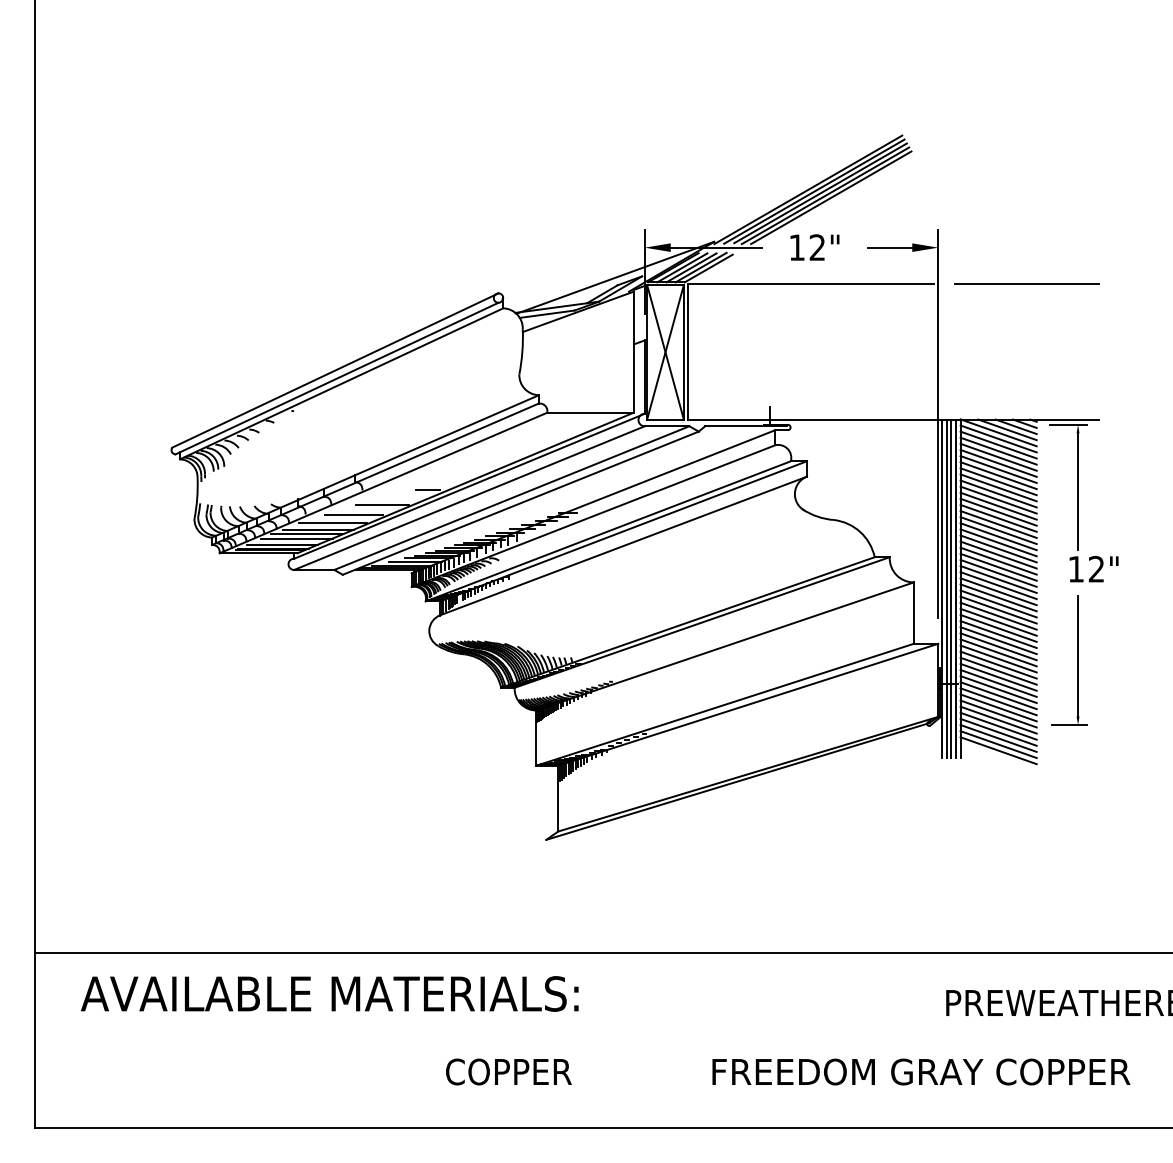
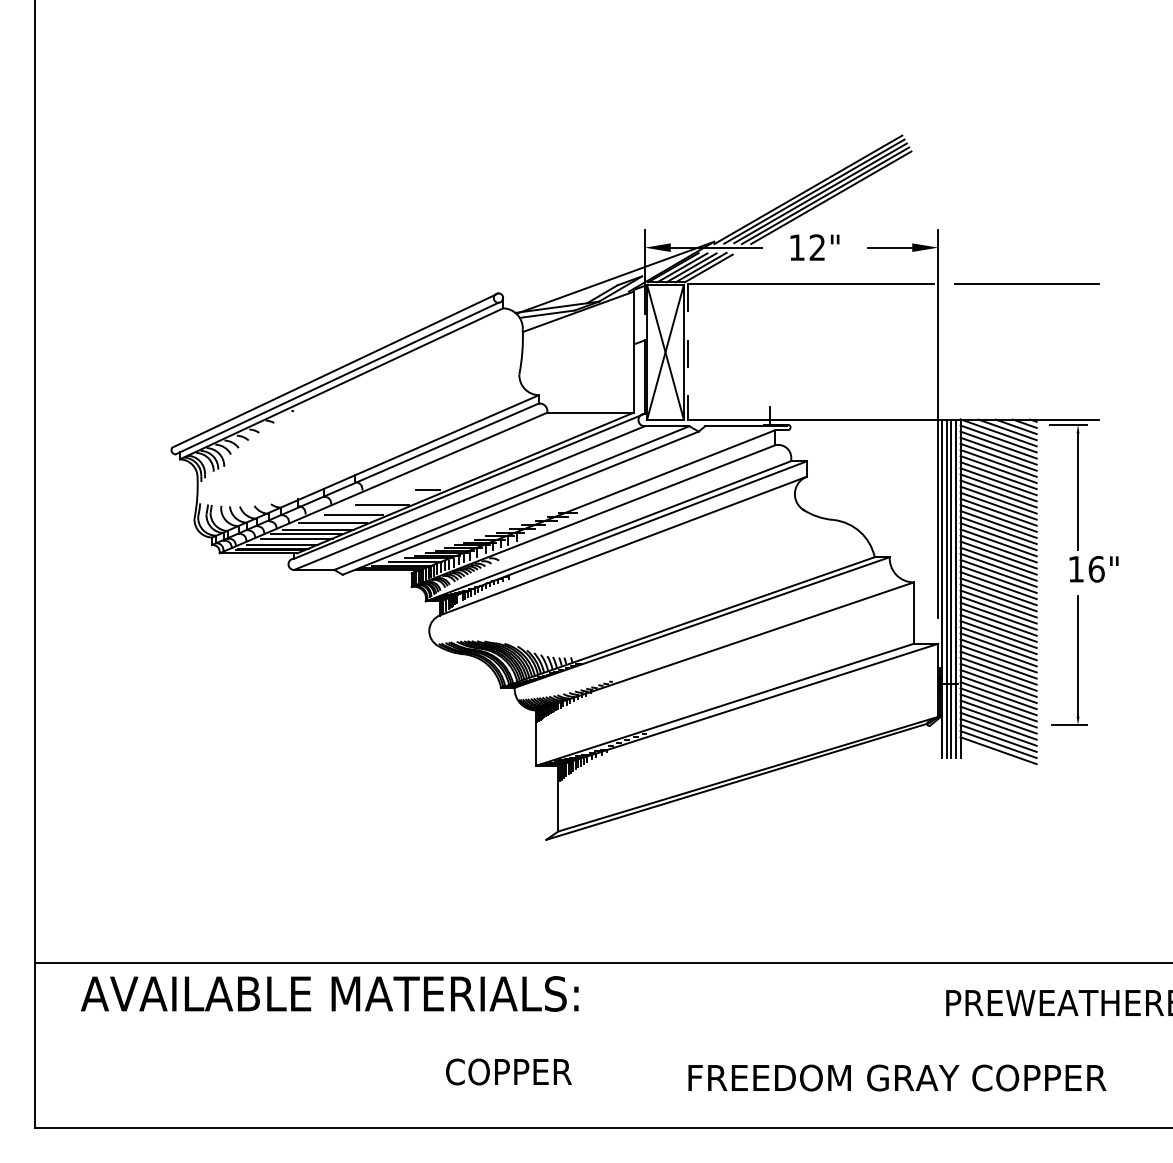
line at (688, 352): solid -> dashed
text at (1096, 568): 12" -> 16"
line at (602, 952) position: (602, 952) -> (602, 962)
text at (921, 1071) position: (921, 1071) -> (897, 1077)
